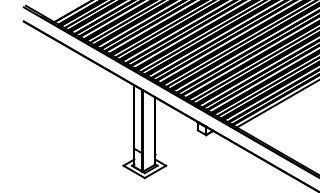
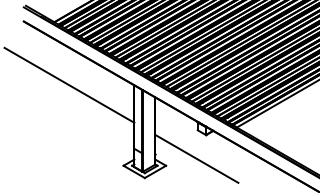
line at (69, 84): none -> present
line at (196, 158): none -> present
